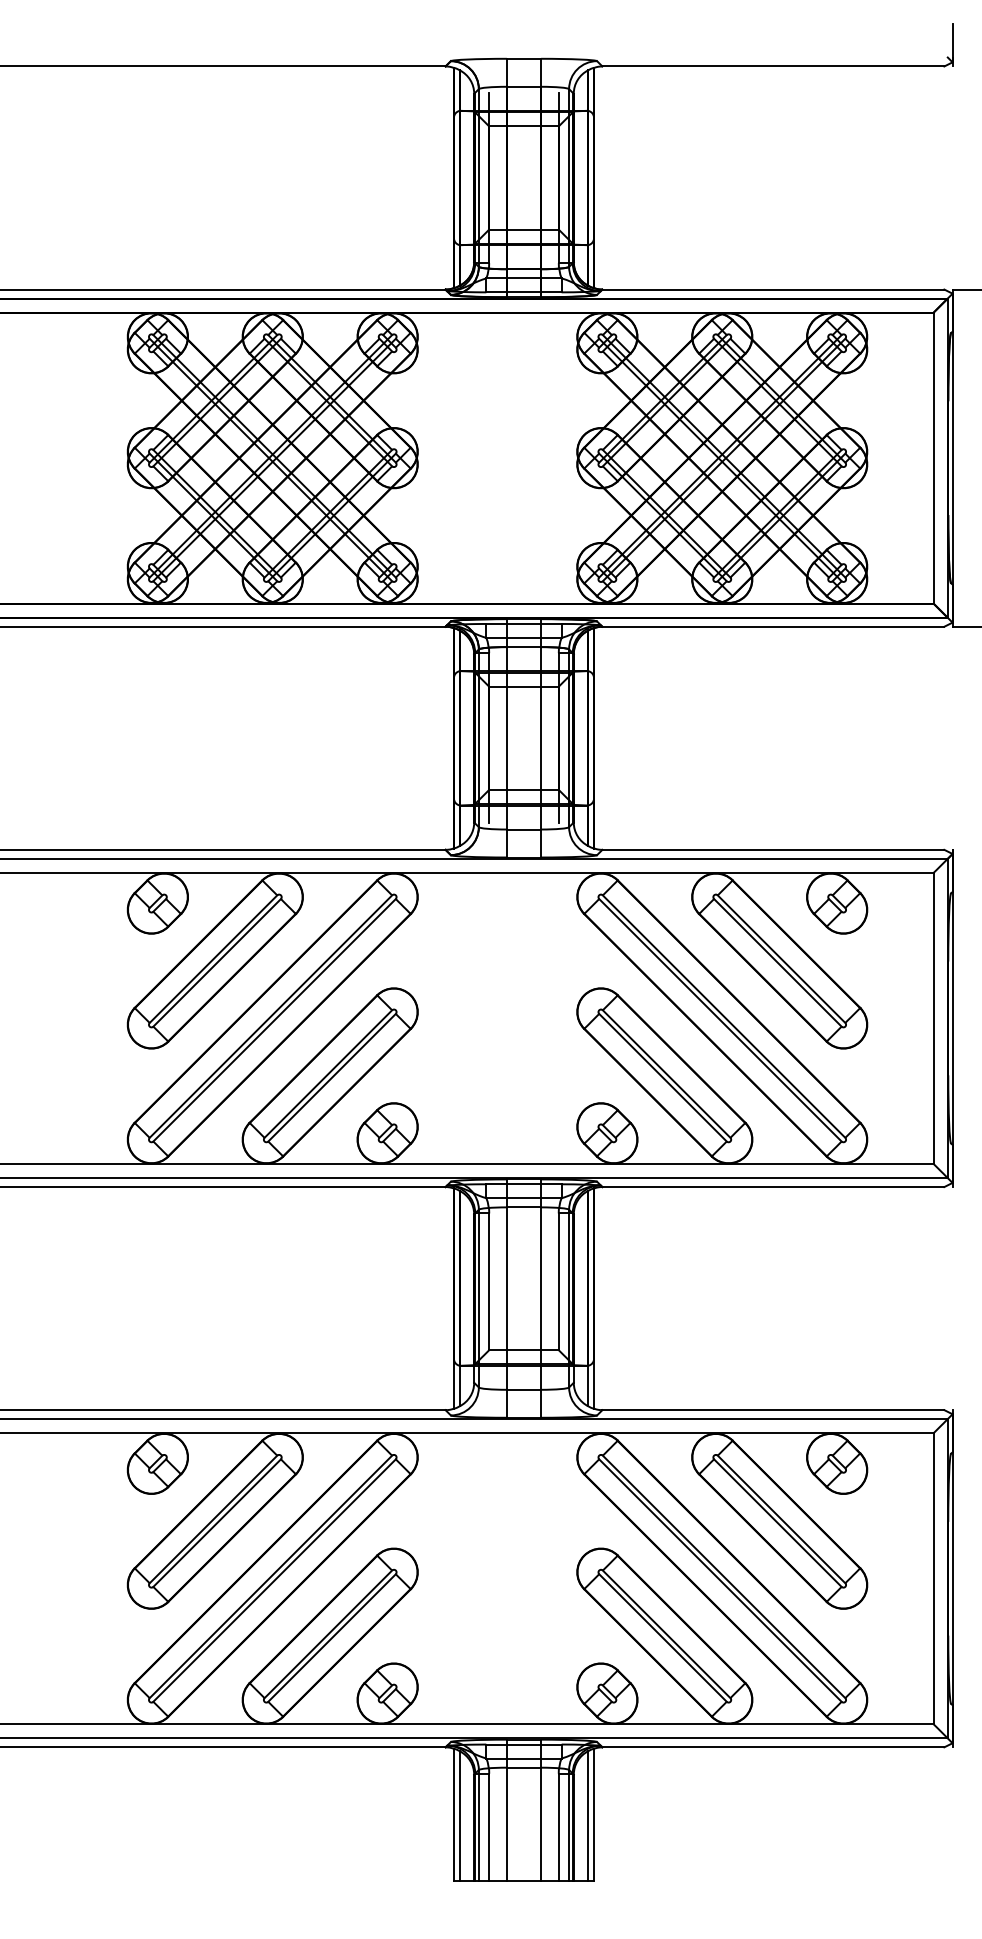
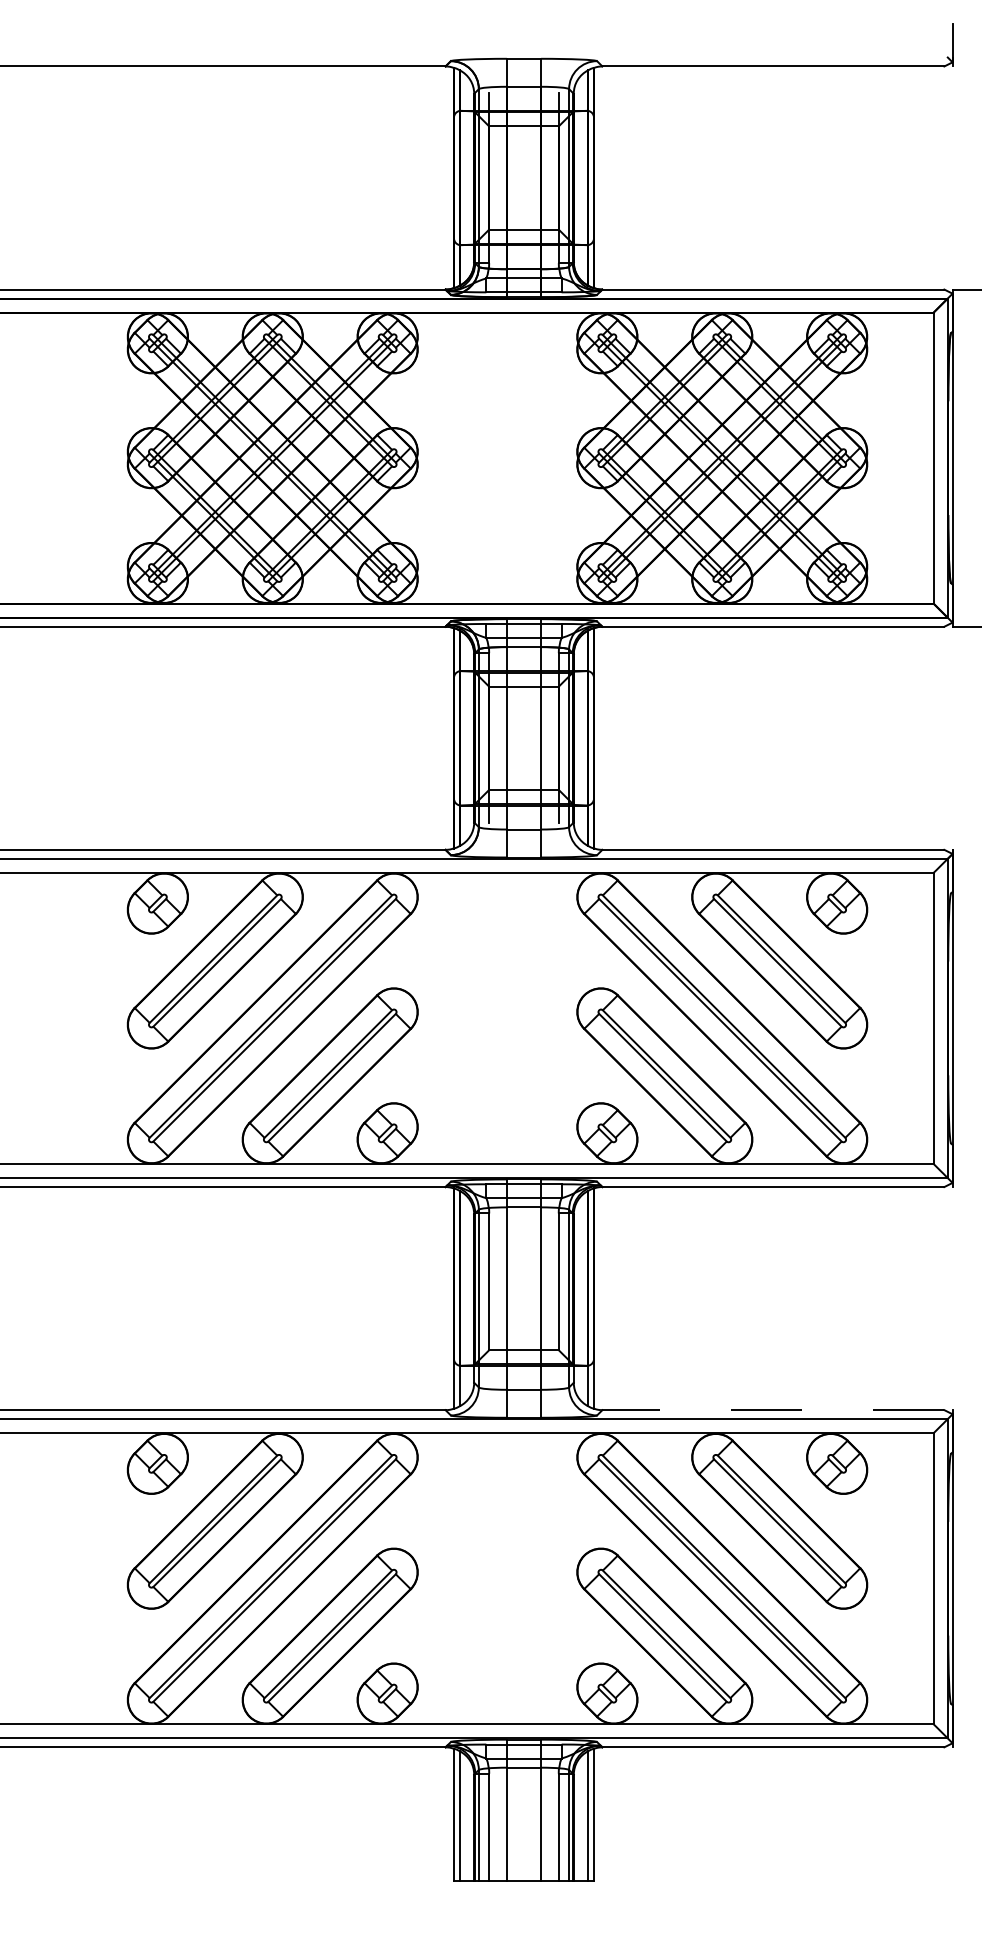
line at (773, 1410): solid -> dashed
